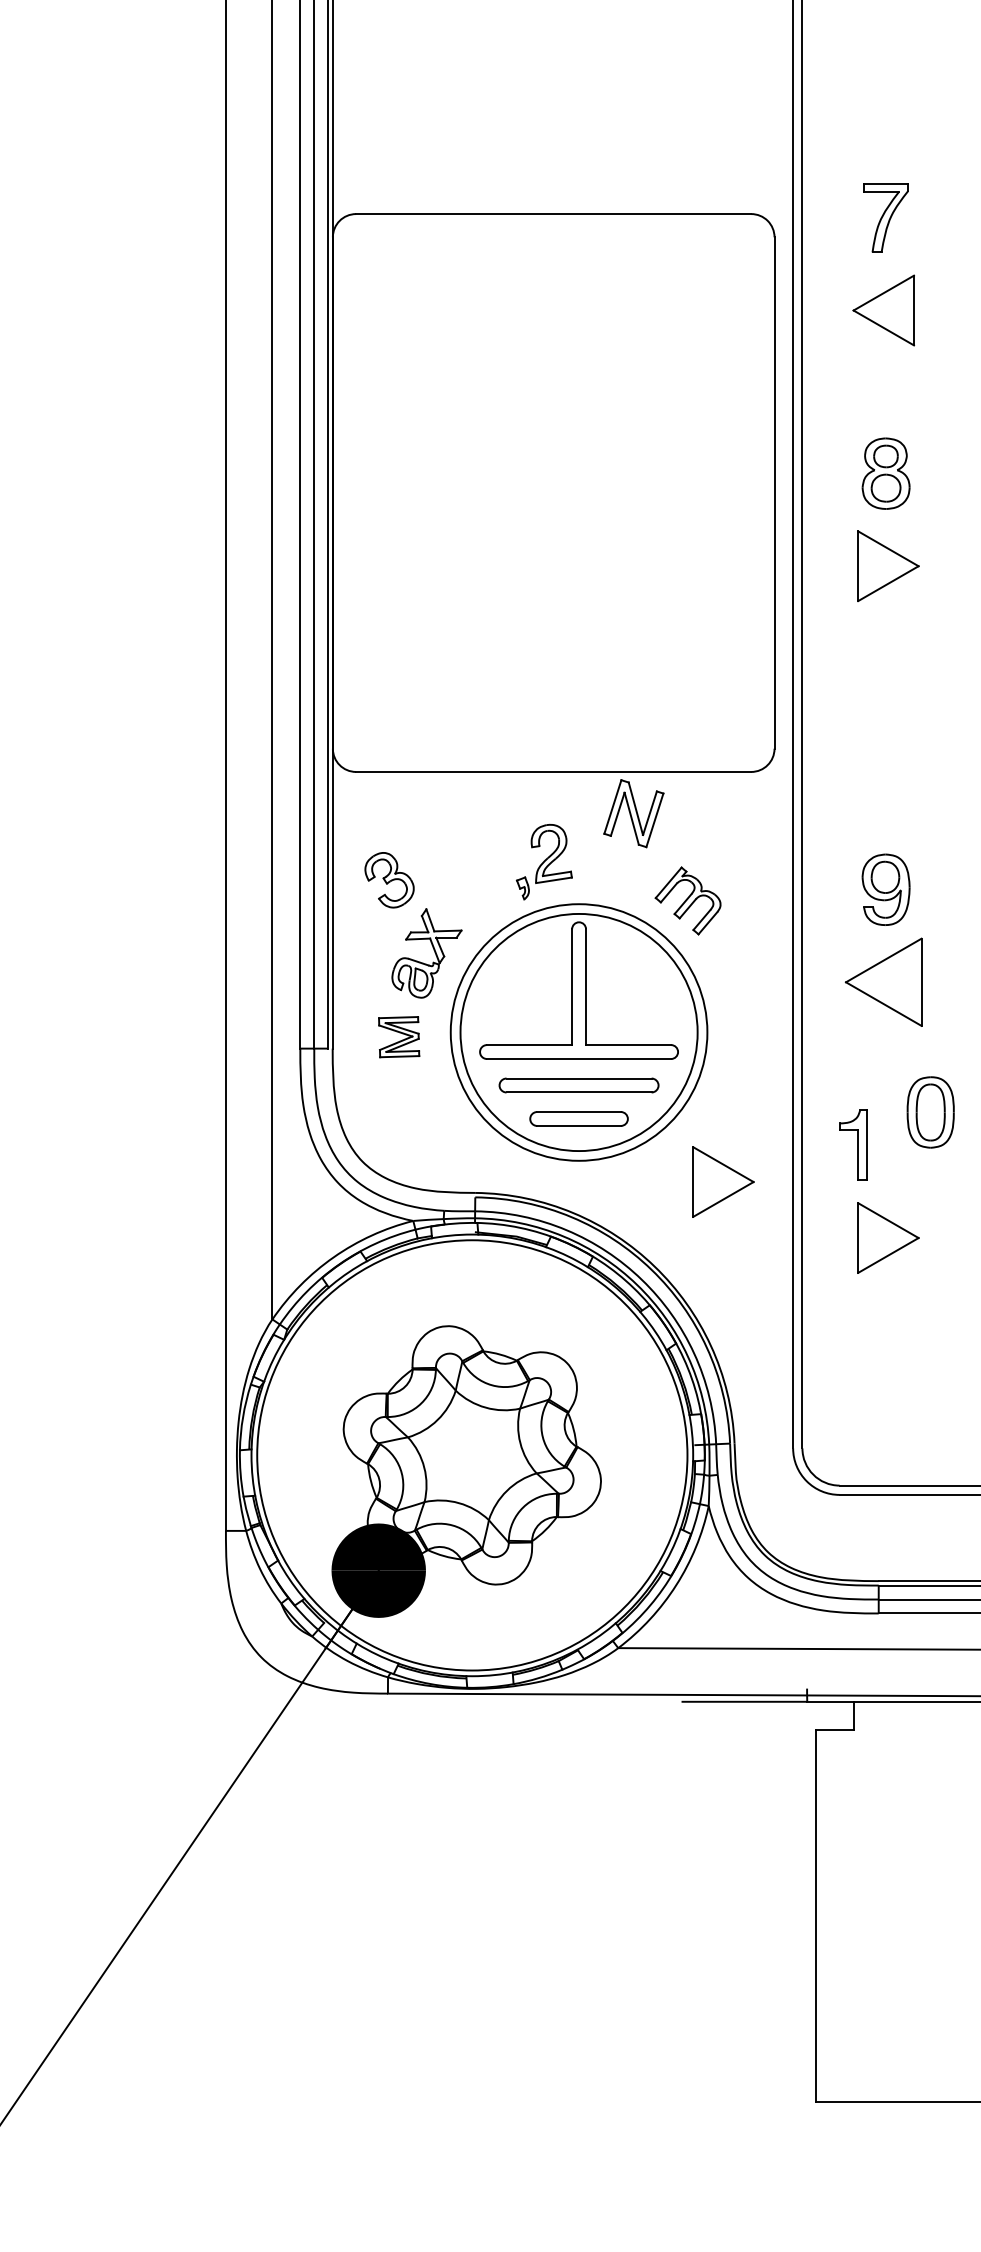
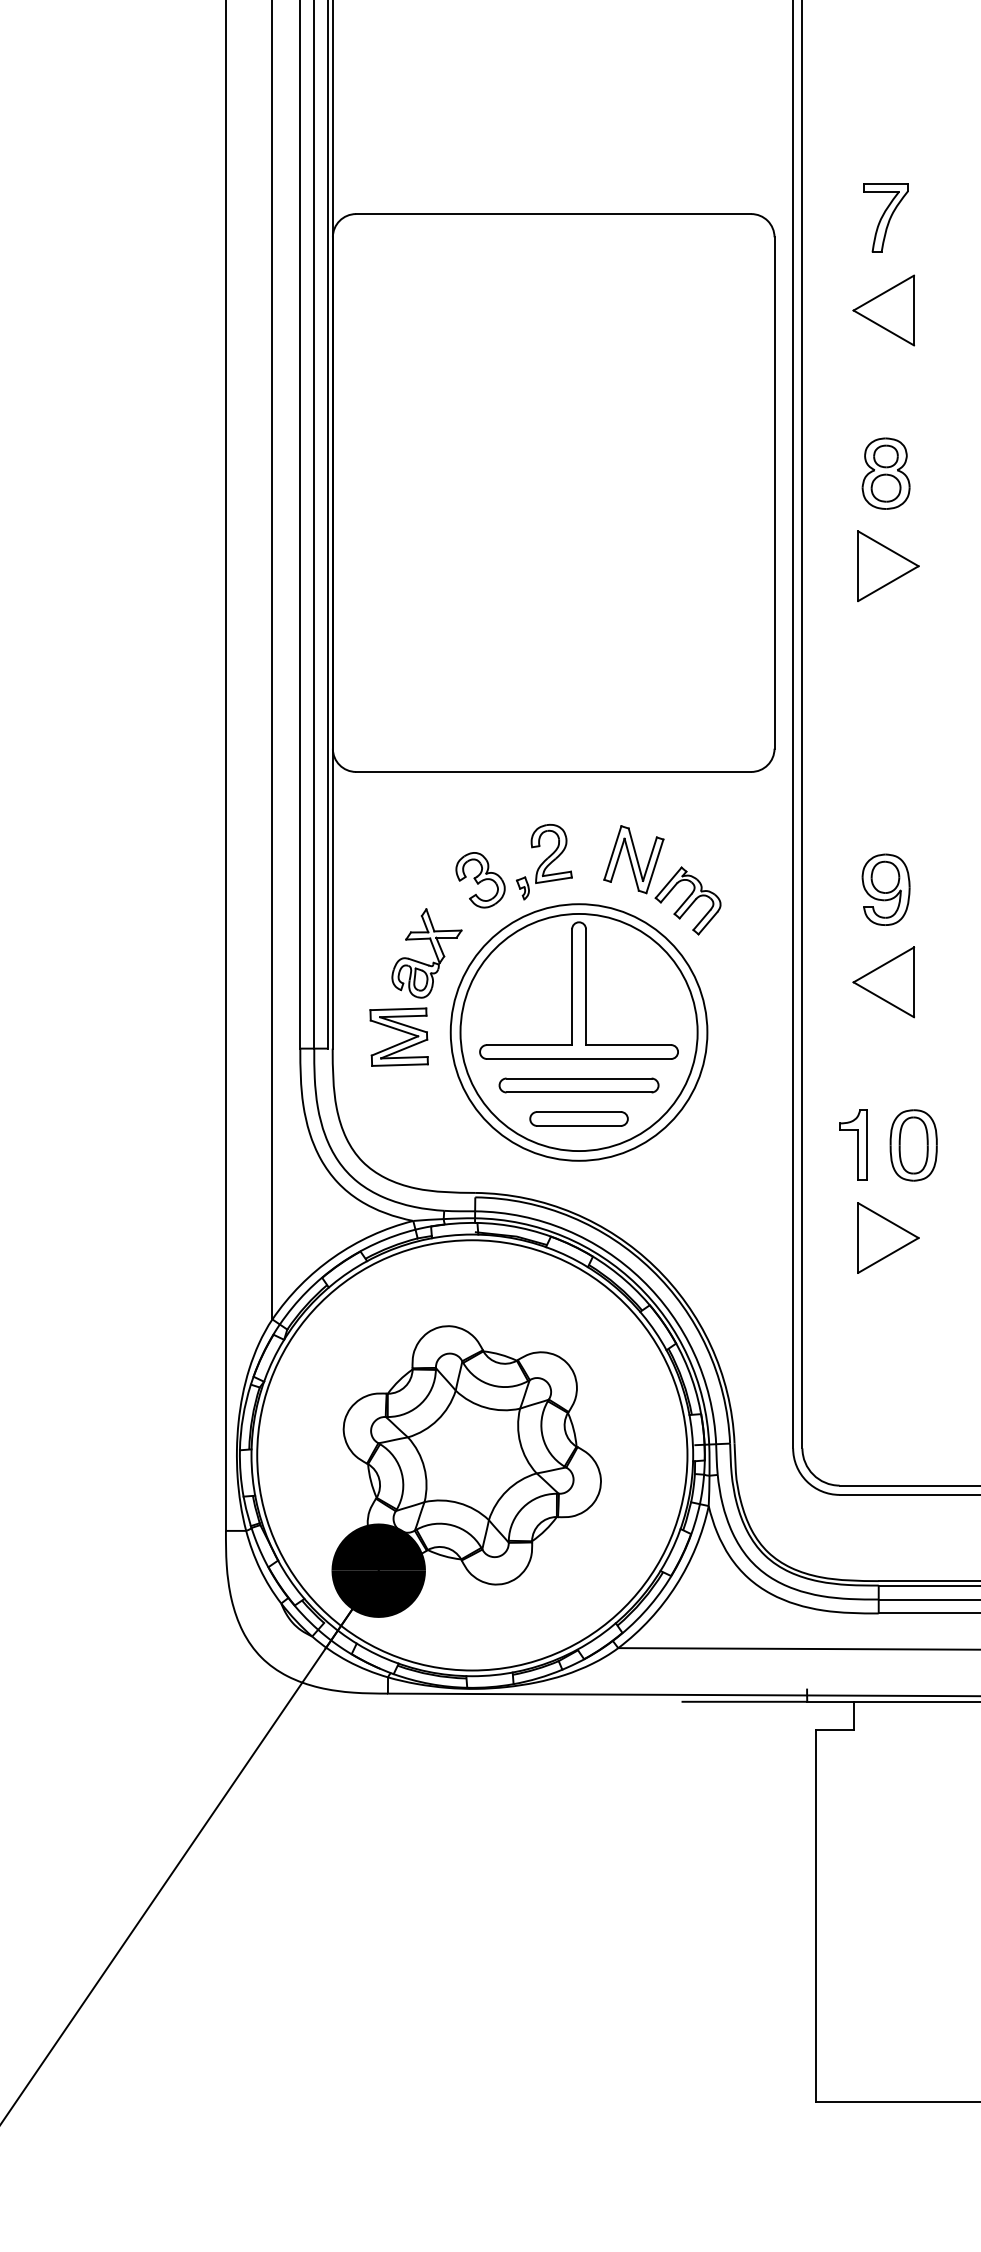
part at (633, 813) position: (633, 813) -> (633, 859)
part at (389, 880) position: (389, 880) -> (480, 880)
part at (883, 981) size: 79x90 px -> 64x73 px
part at (399, 1037) size: 43x43 px -> 60x60 px
part at (930, 1112) position: (930, 1112) -> (913, 1145)
part at (723, 1181): present -> none
